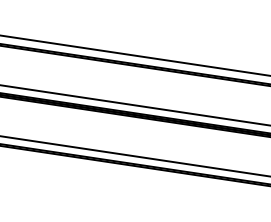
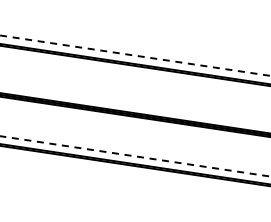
line at (136, 55): solid -> dashed
line at (134, 105): present -> none
line at (135, 156): solid -> dashed
